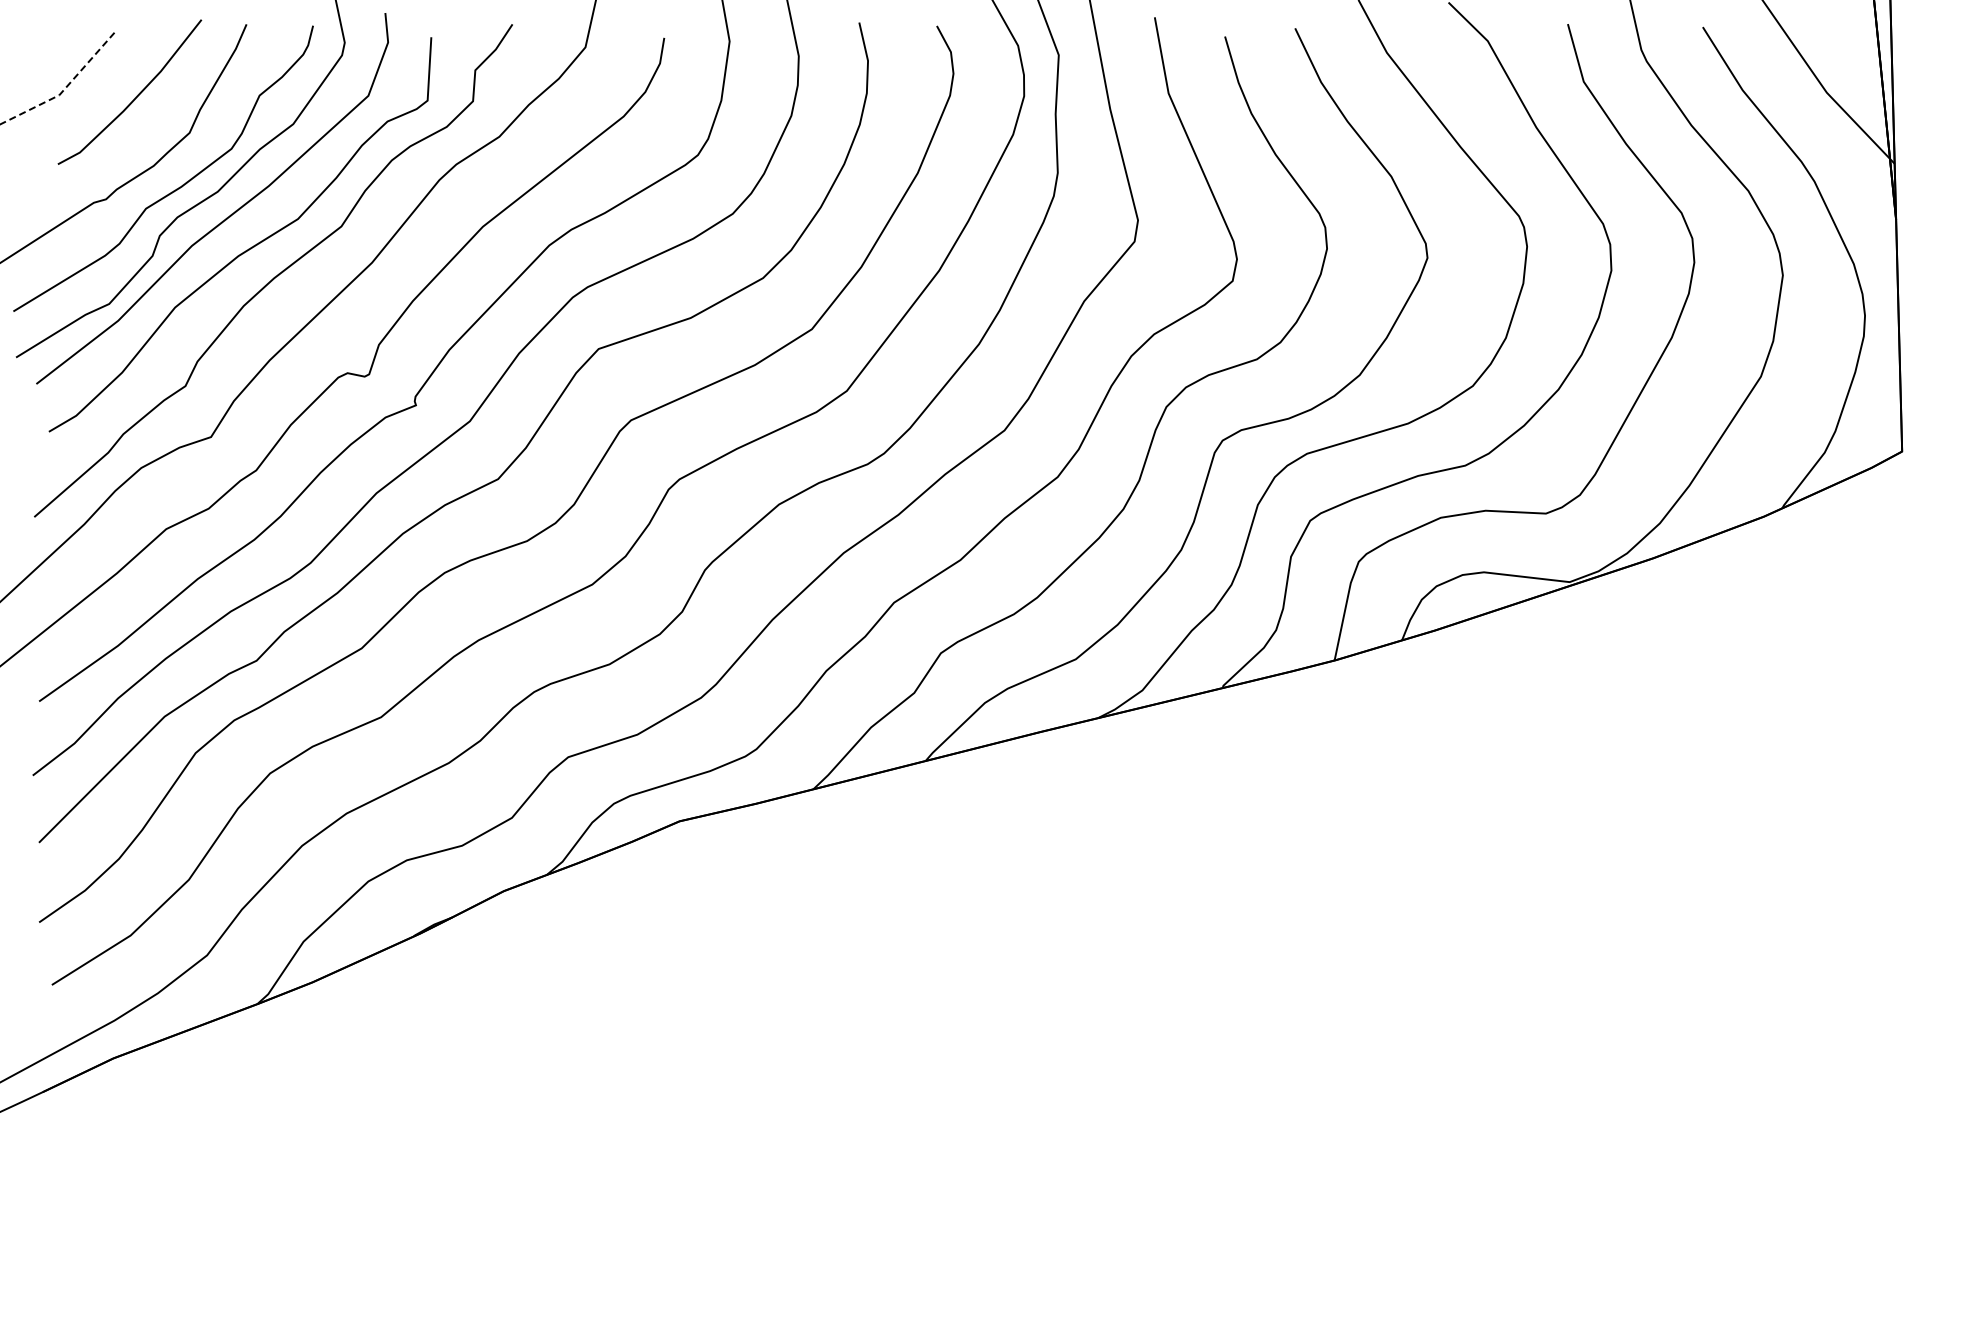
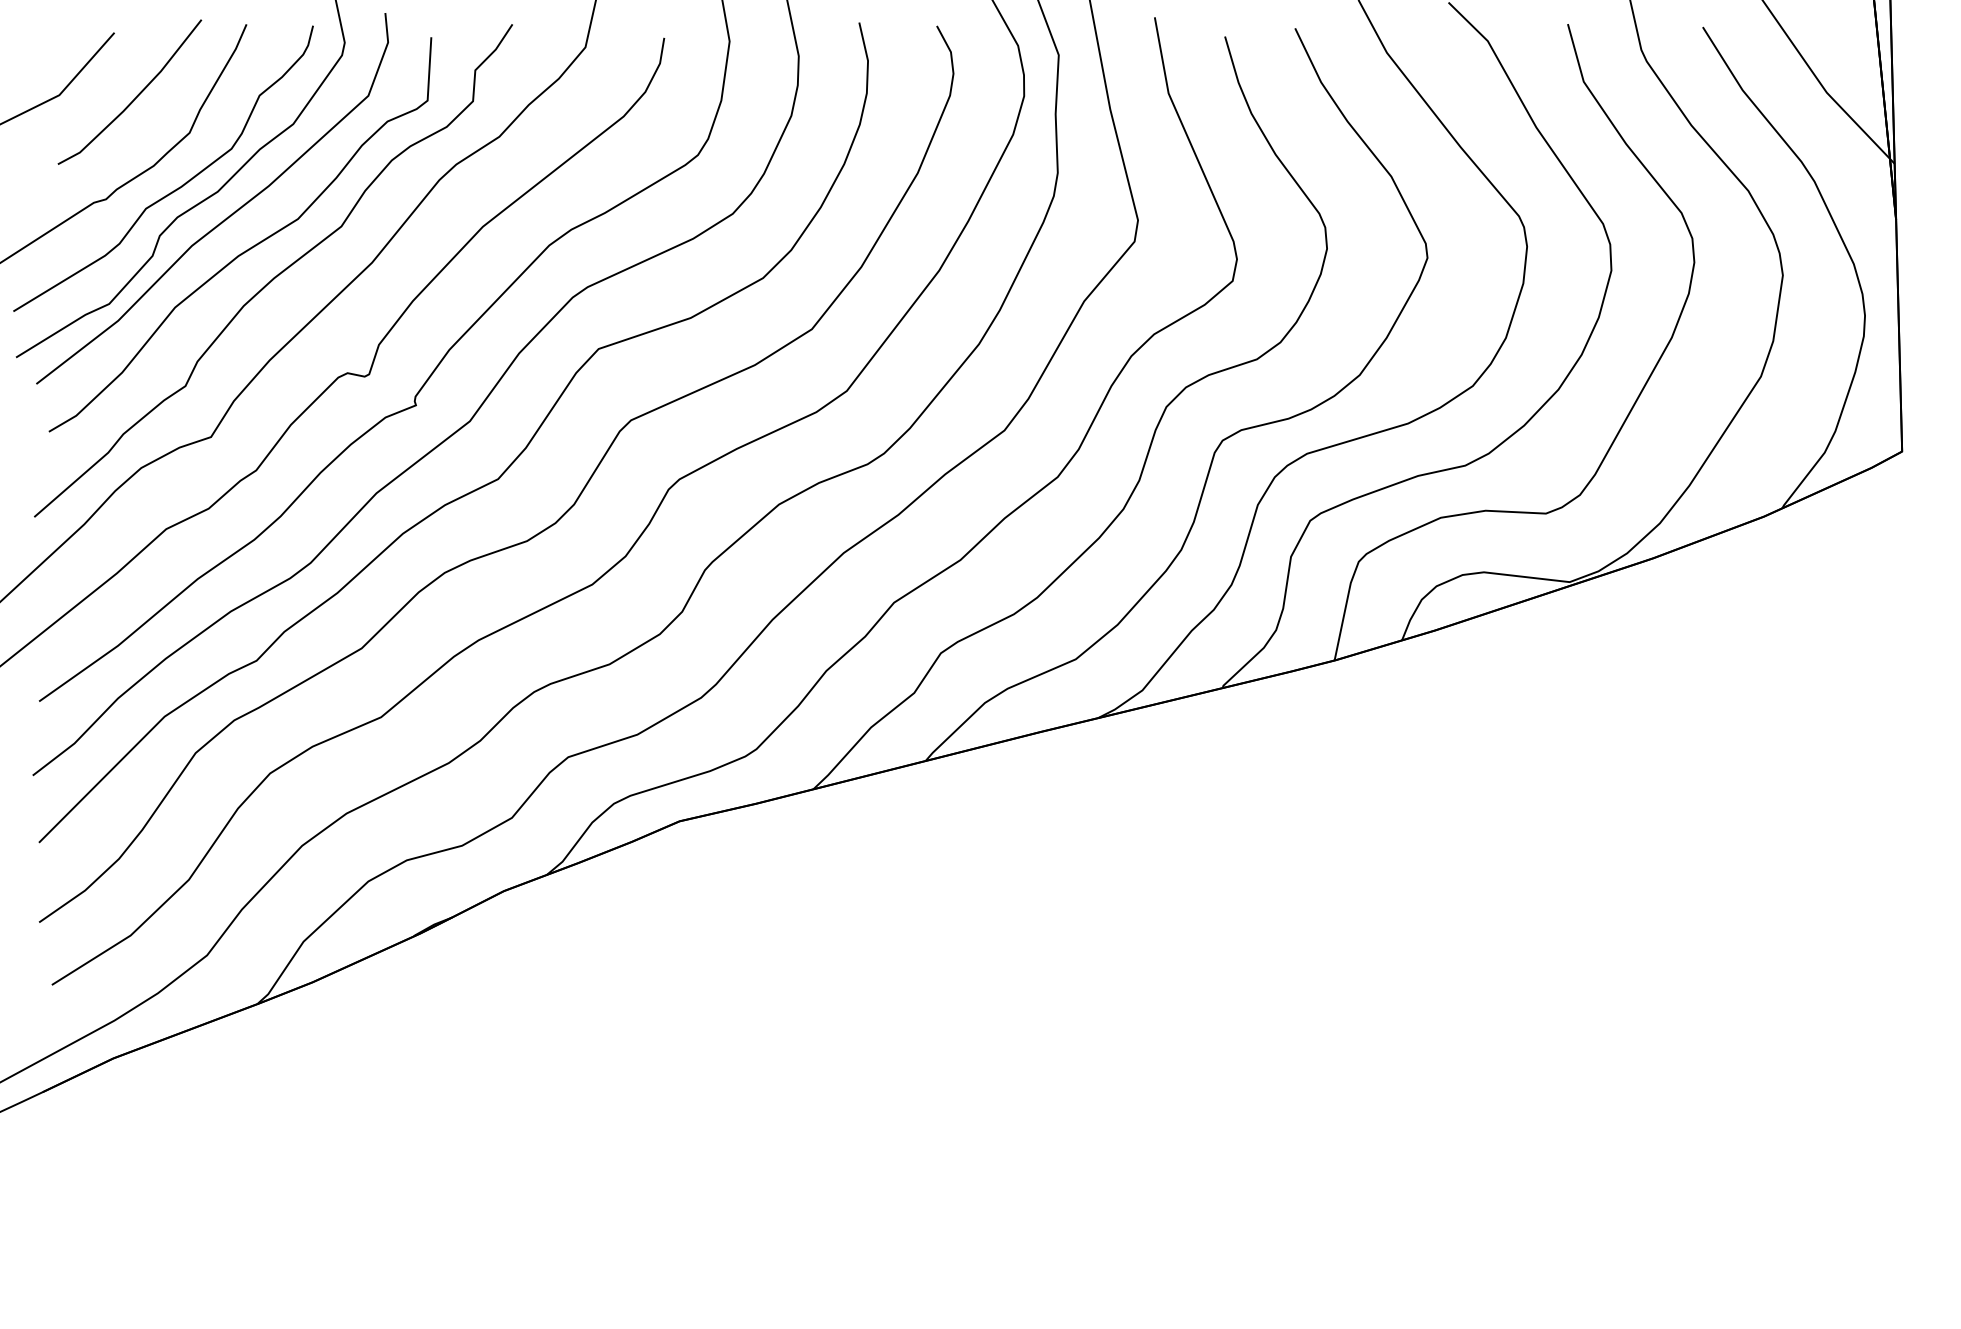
line at (64, 89): dashed -> solid
